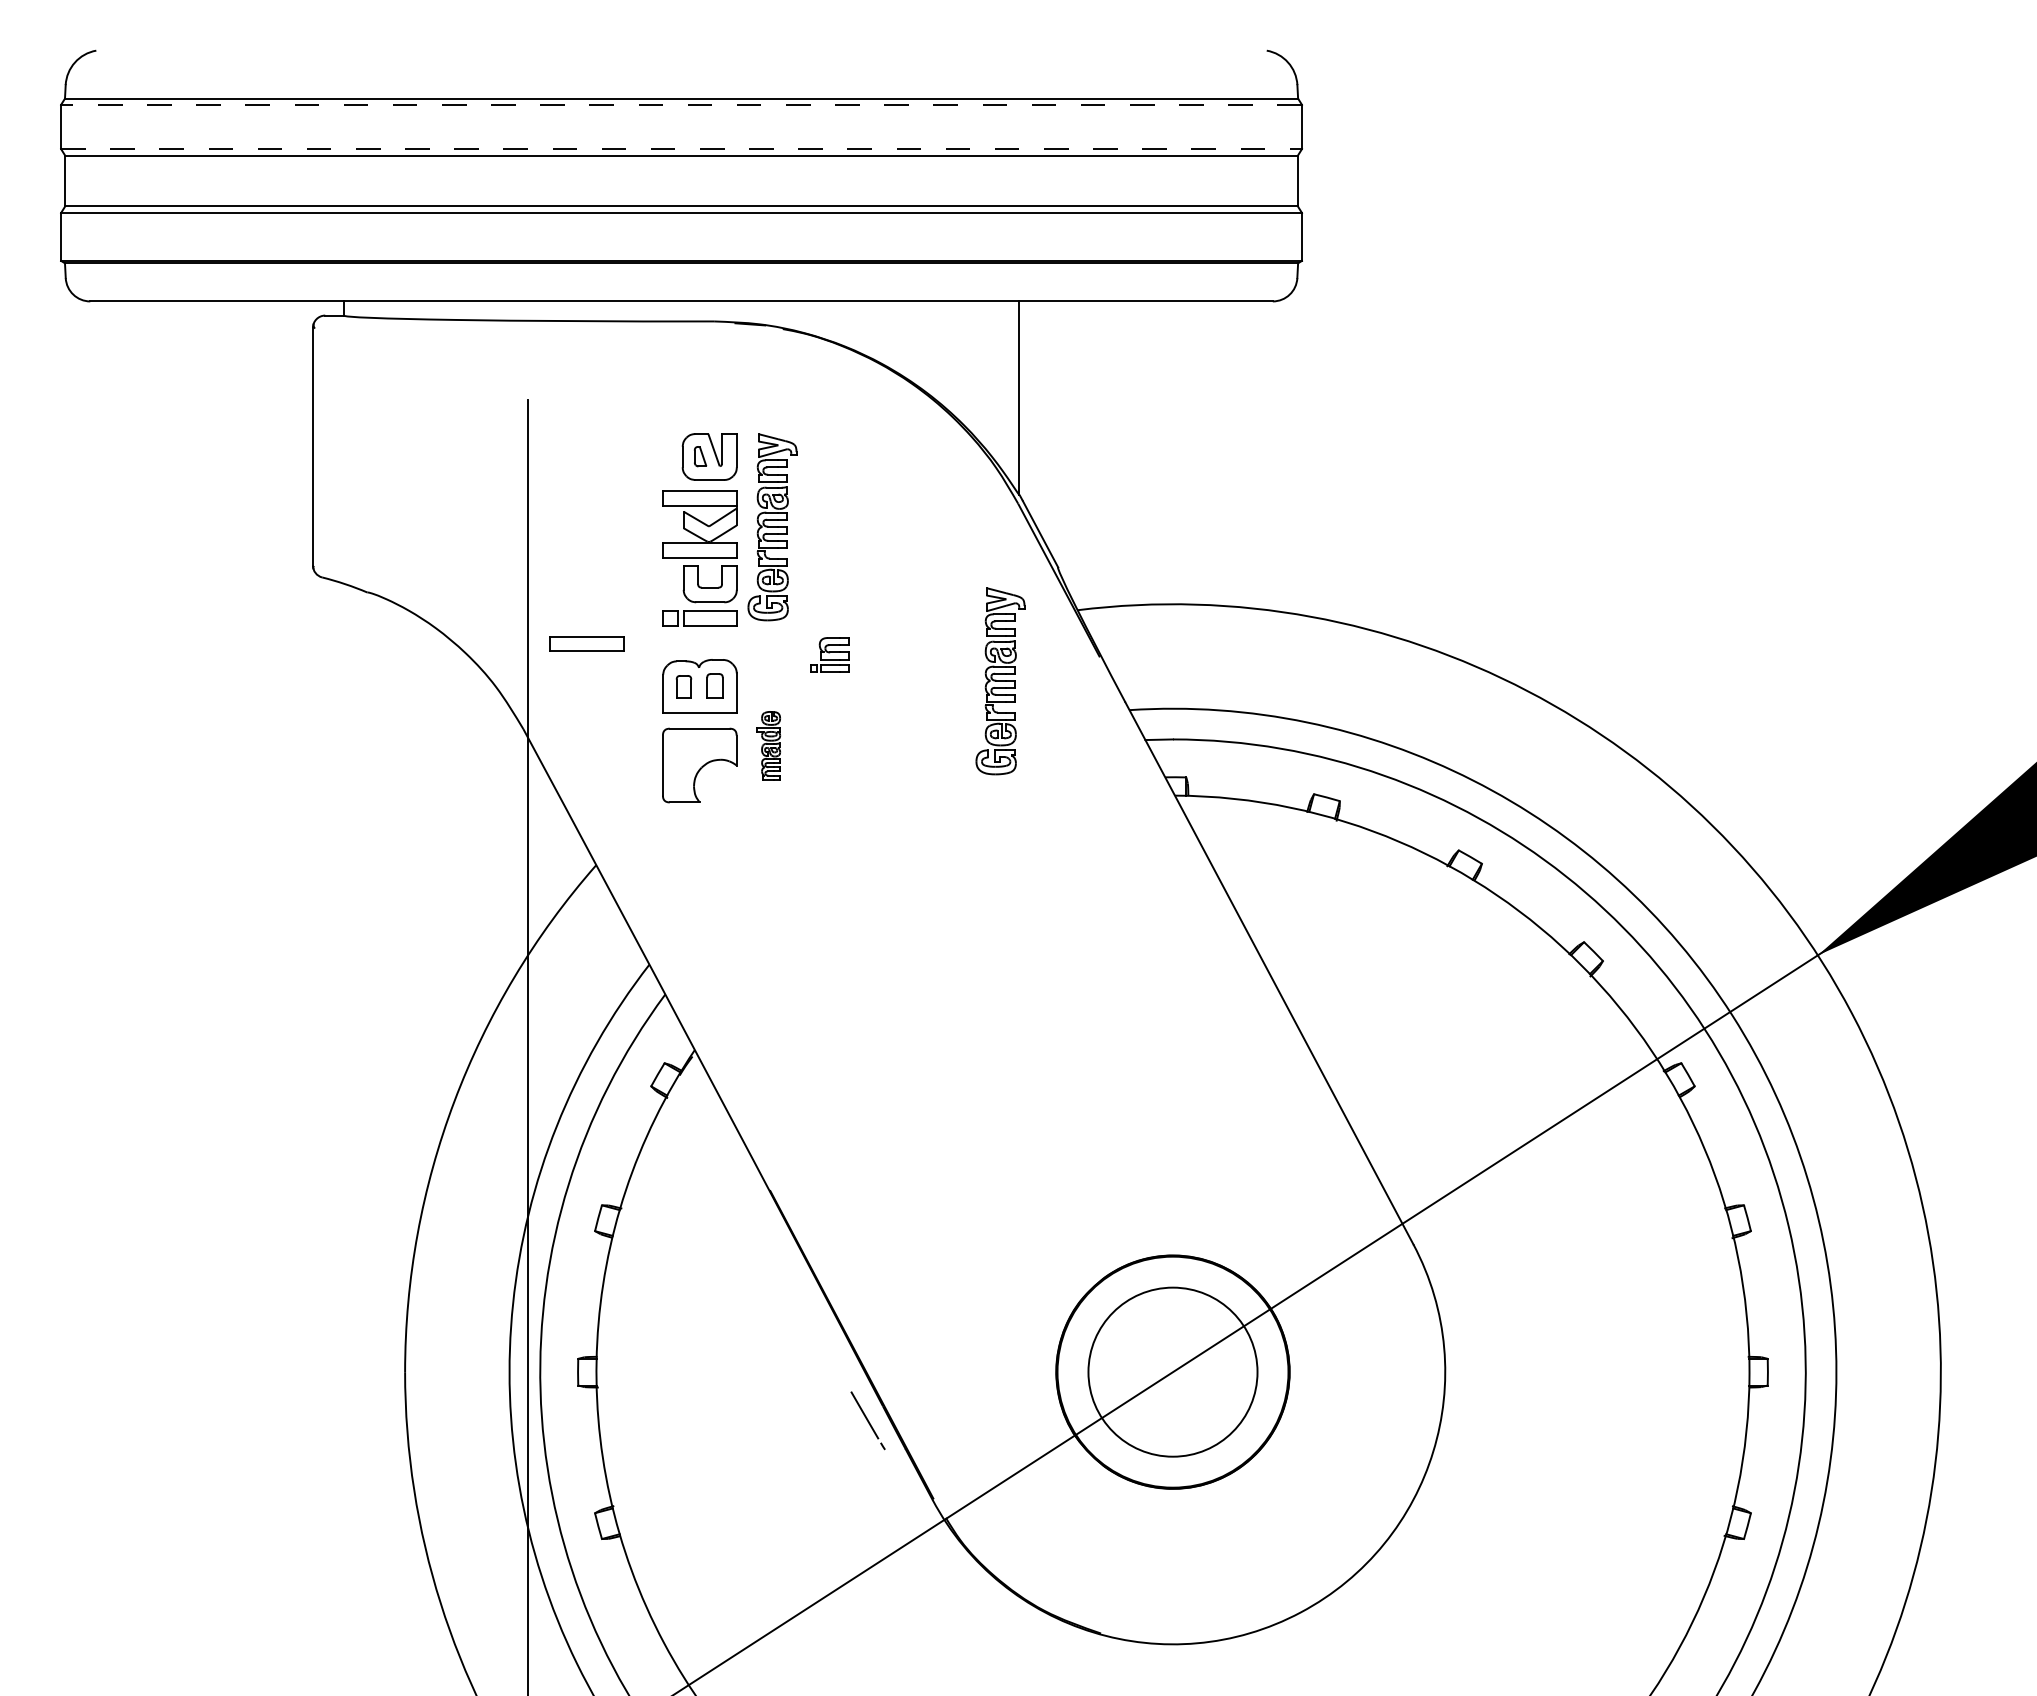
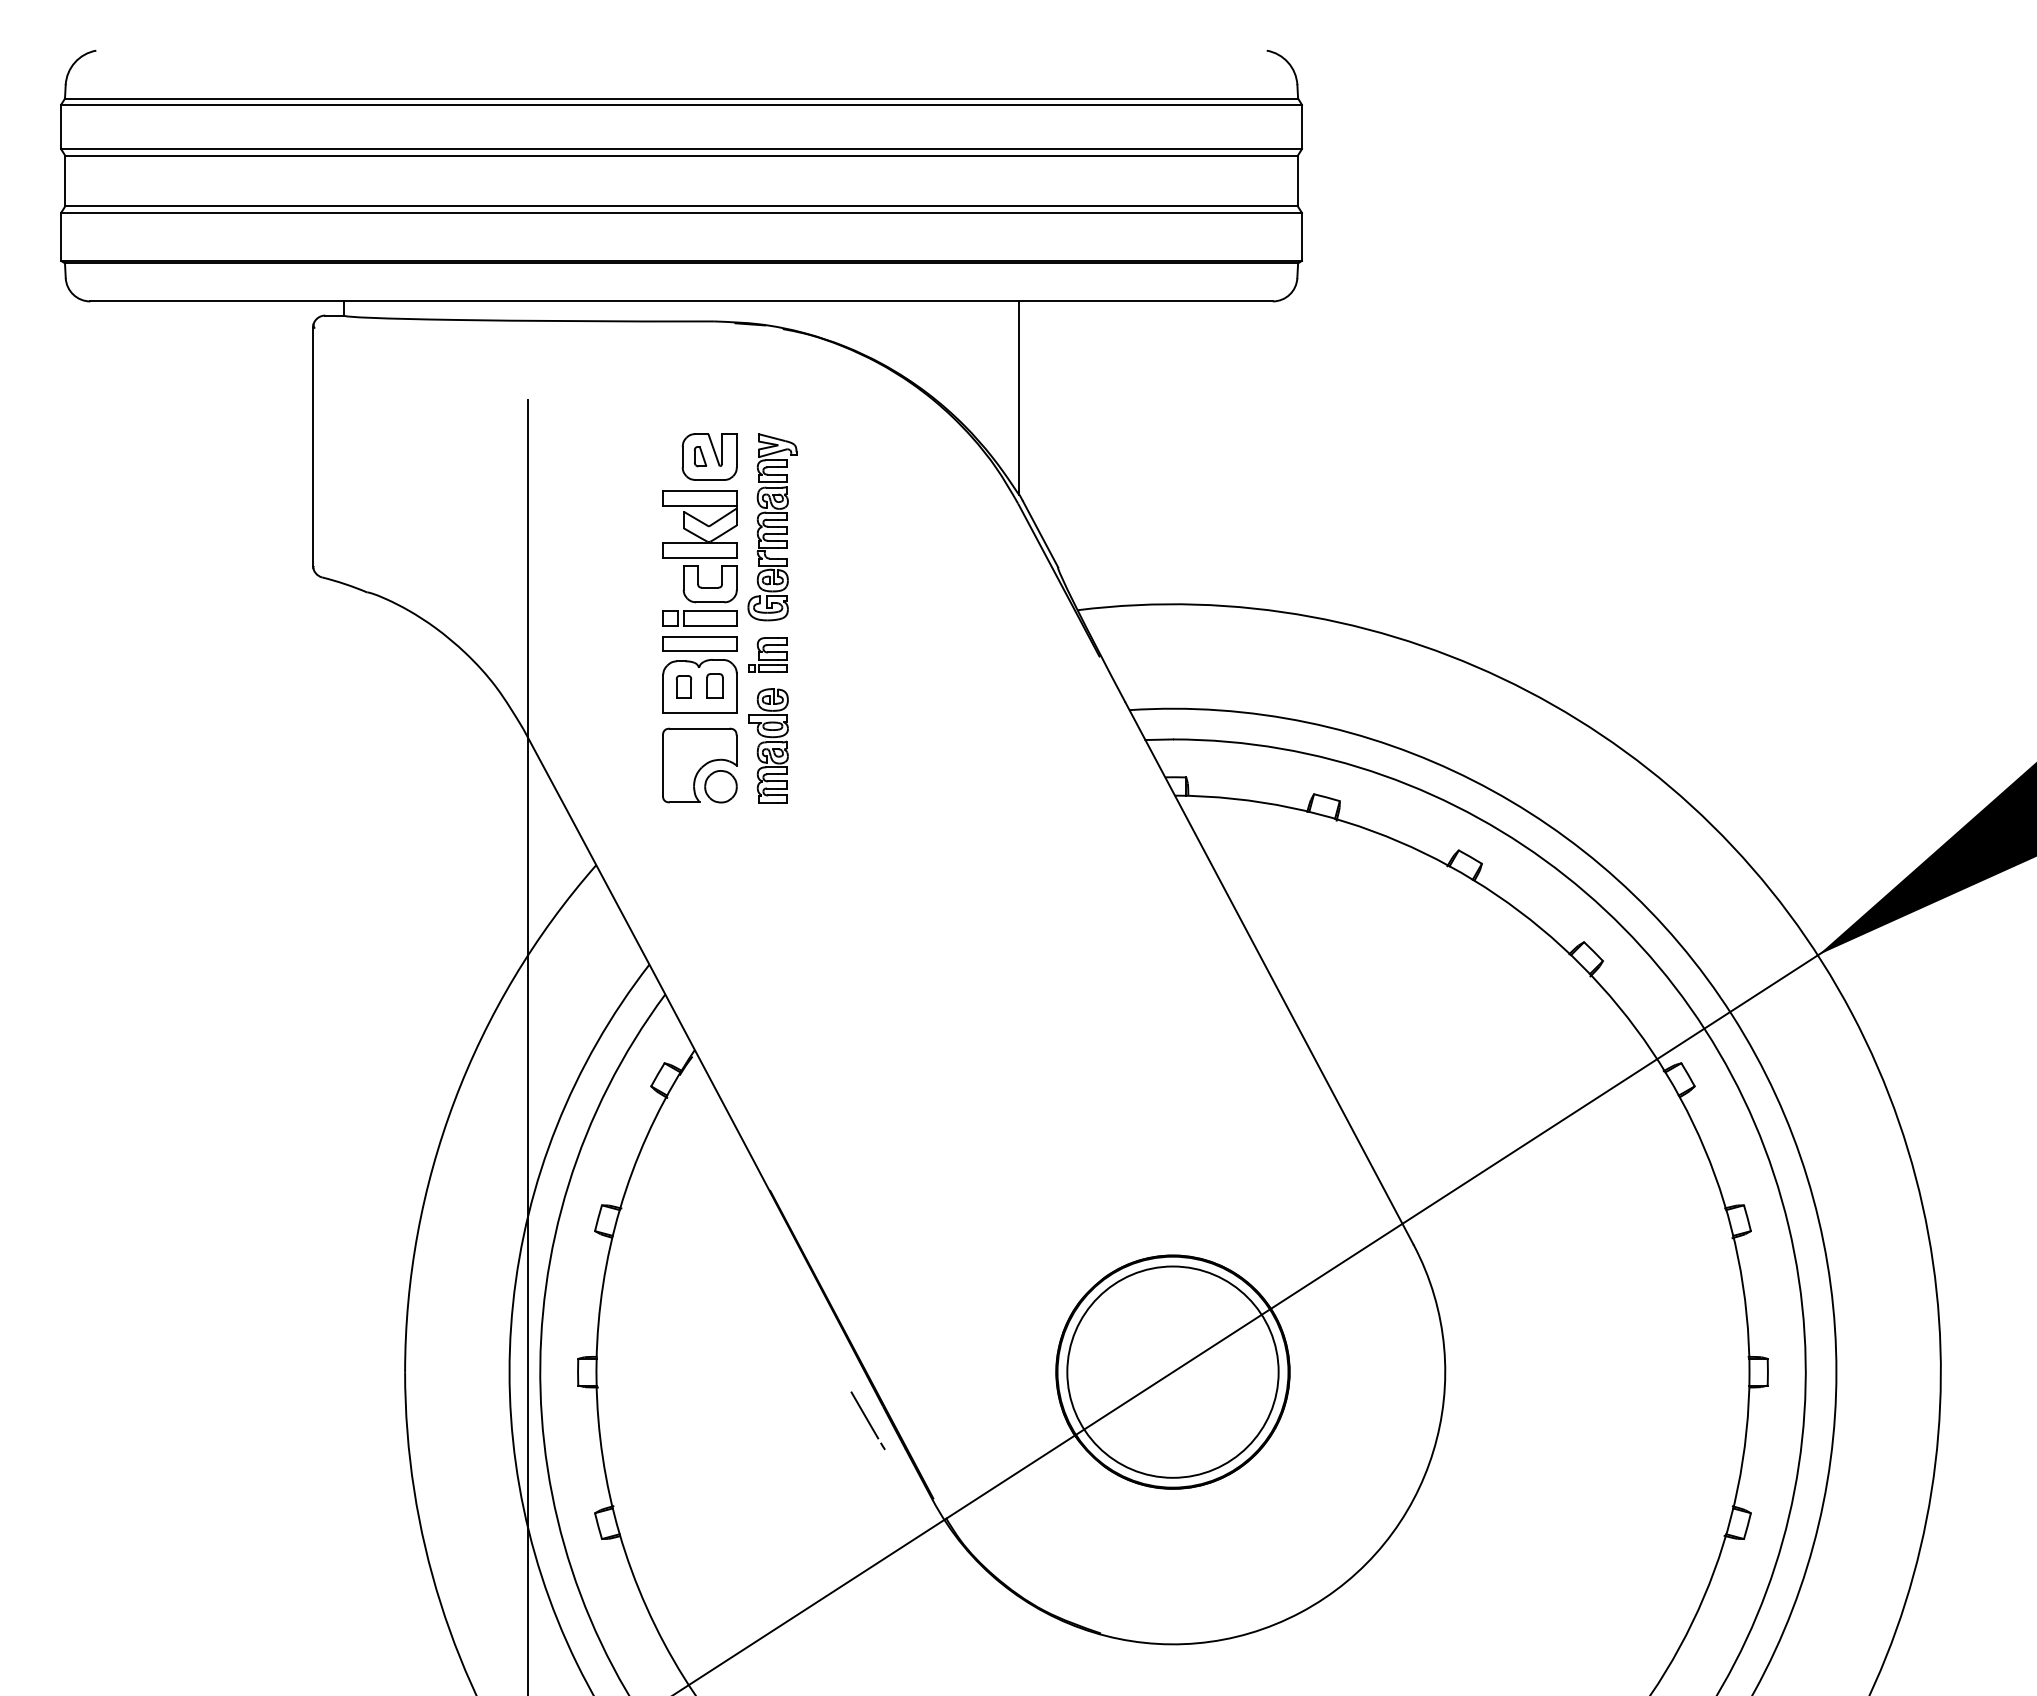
line at (681, 104): dashed -> solid
line at (682, 149): dashed -> solid
part at (586, 643) position: (586, 643) -> (699, 643)
part at (829, 654) position: (829, 654) -> (767, 654)
part at (1000, 681): present -> none
part at (768, 745) size: 26x70 px -> 41x116 px
part at (720, 786): none -> present
circle at (1172, 1371) diameter: 169 px -> 211 px
